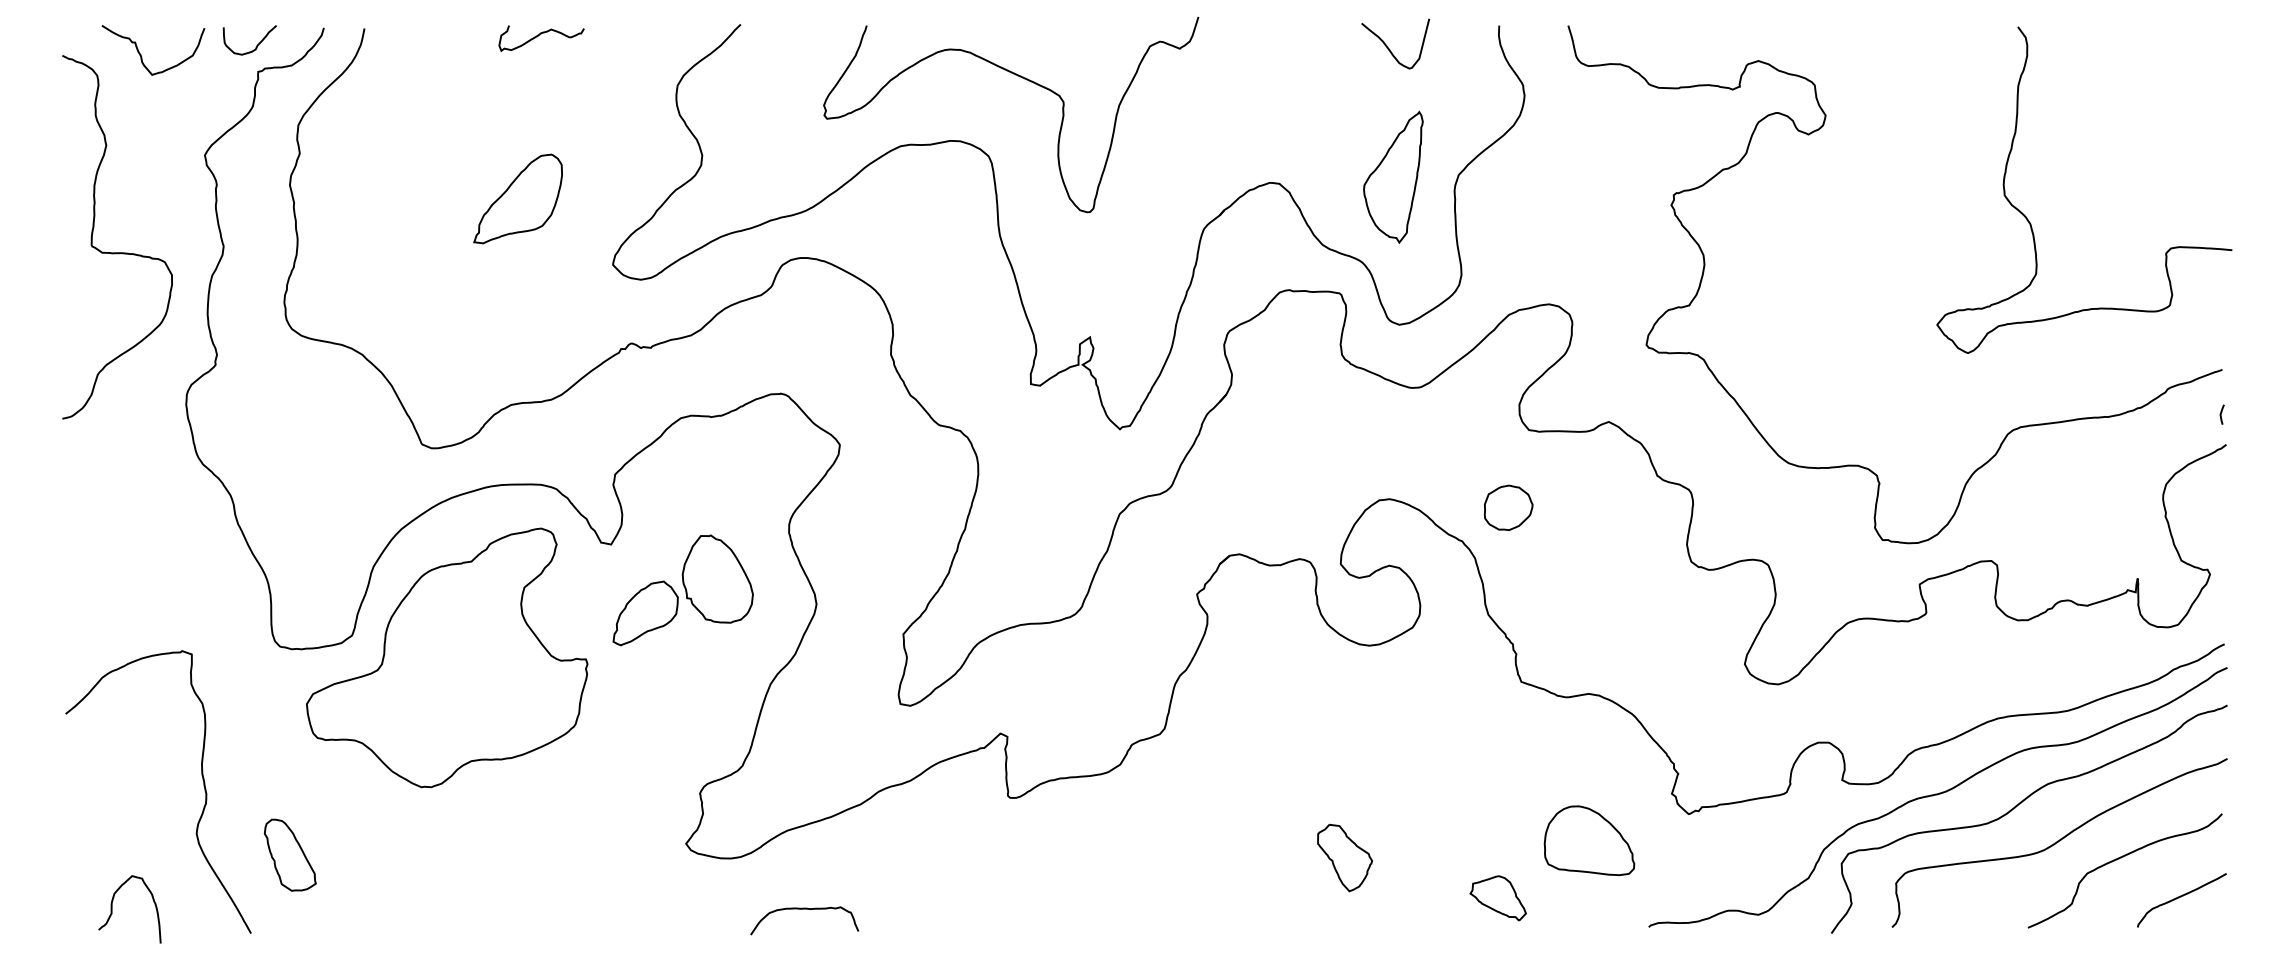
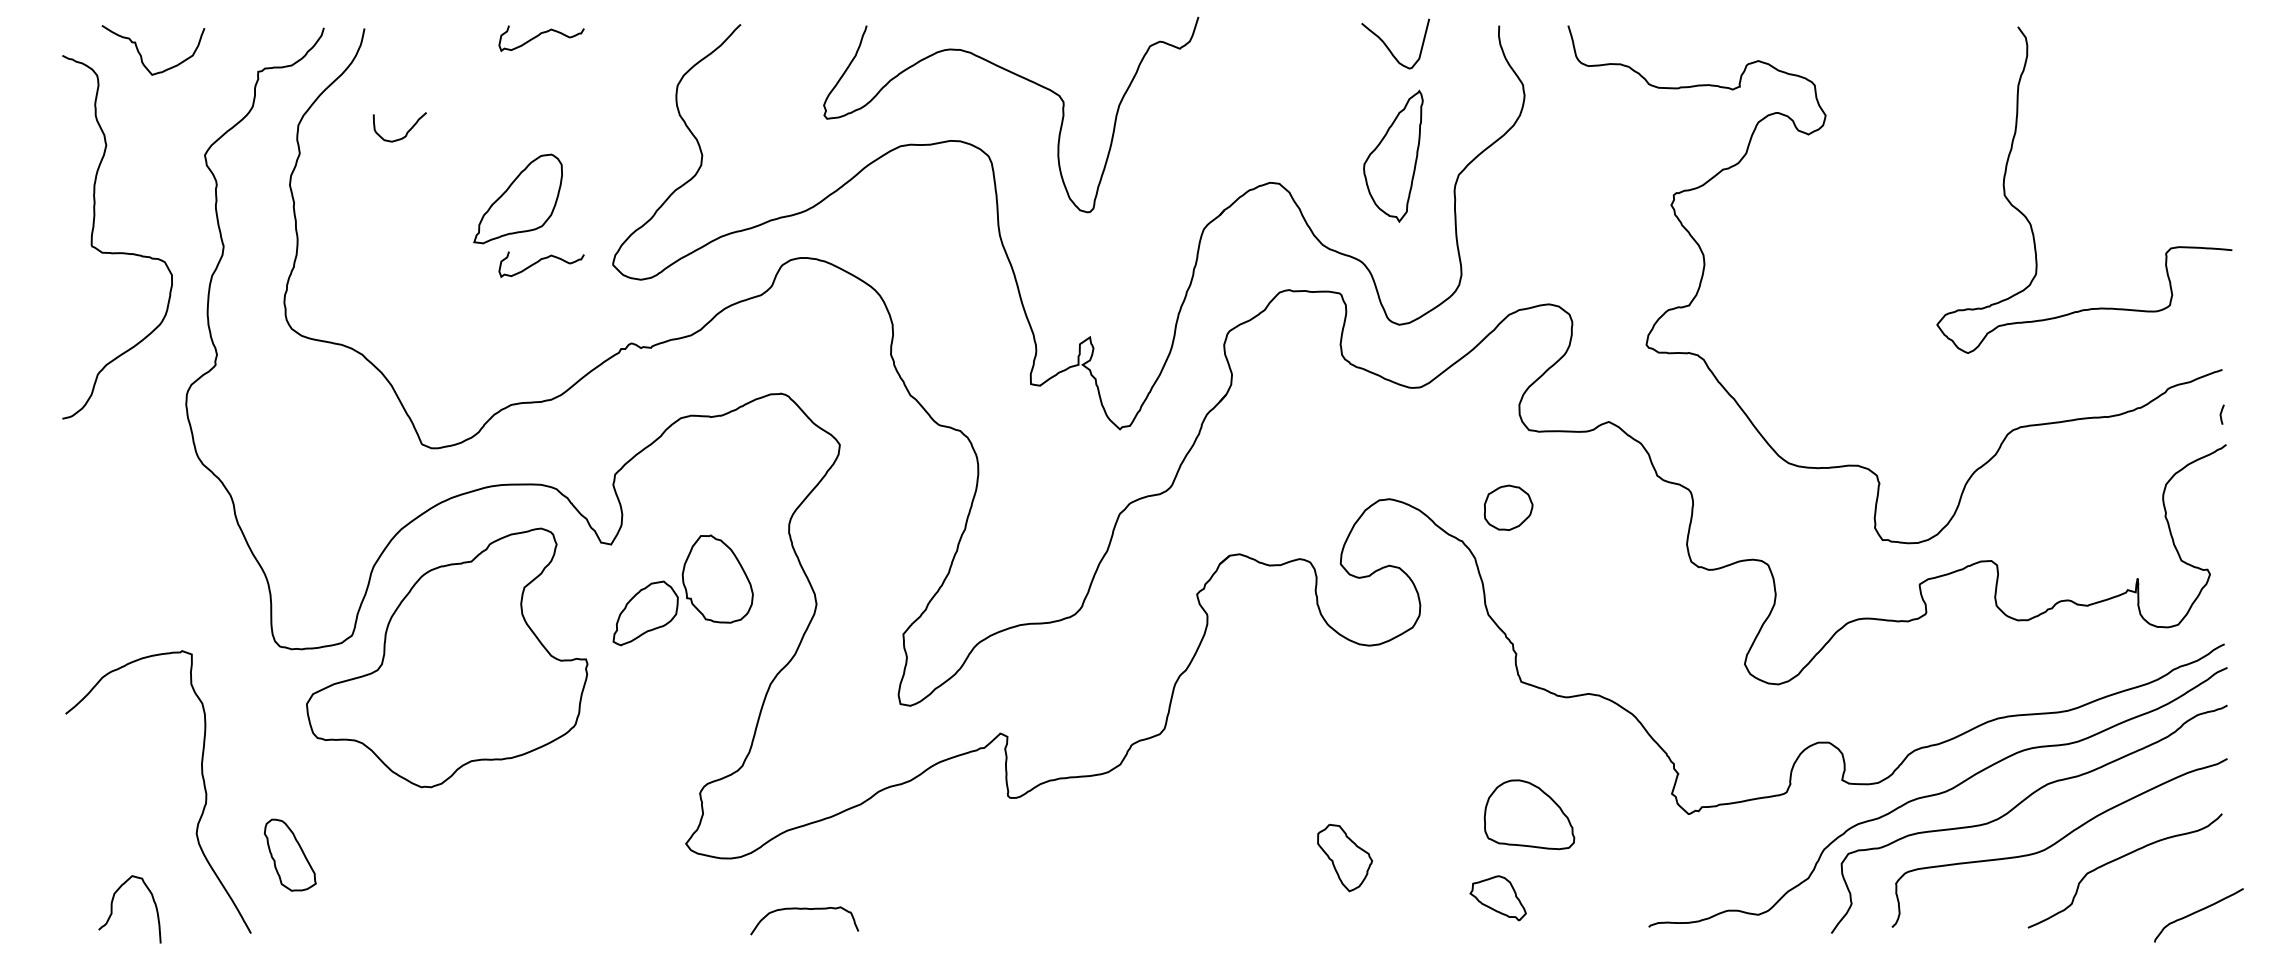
curve at (256, 45) position: (256, 45) -> (406, 132)
part at (1393, 176) position: (1393, 176) -> (1393, 155)
curve at (539, 261): none -> present
part at (1589, 840) position: (1589, 840) -> (1529, 814)
curve at (2181, 897) position: (2181, 897) -> (2198, 912)
